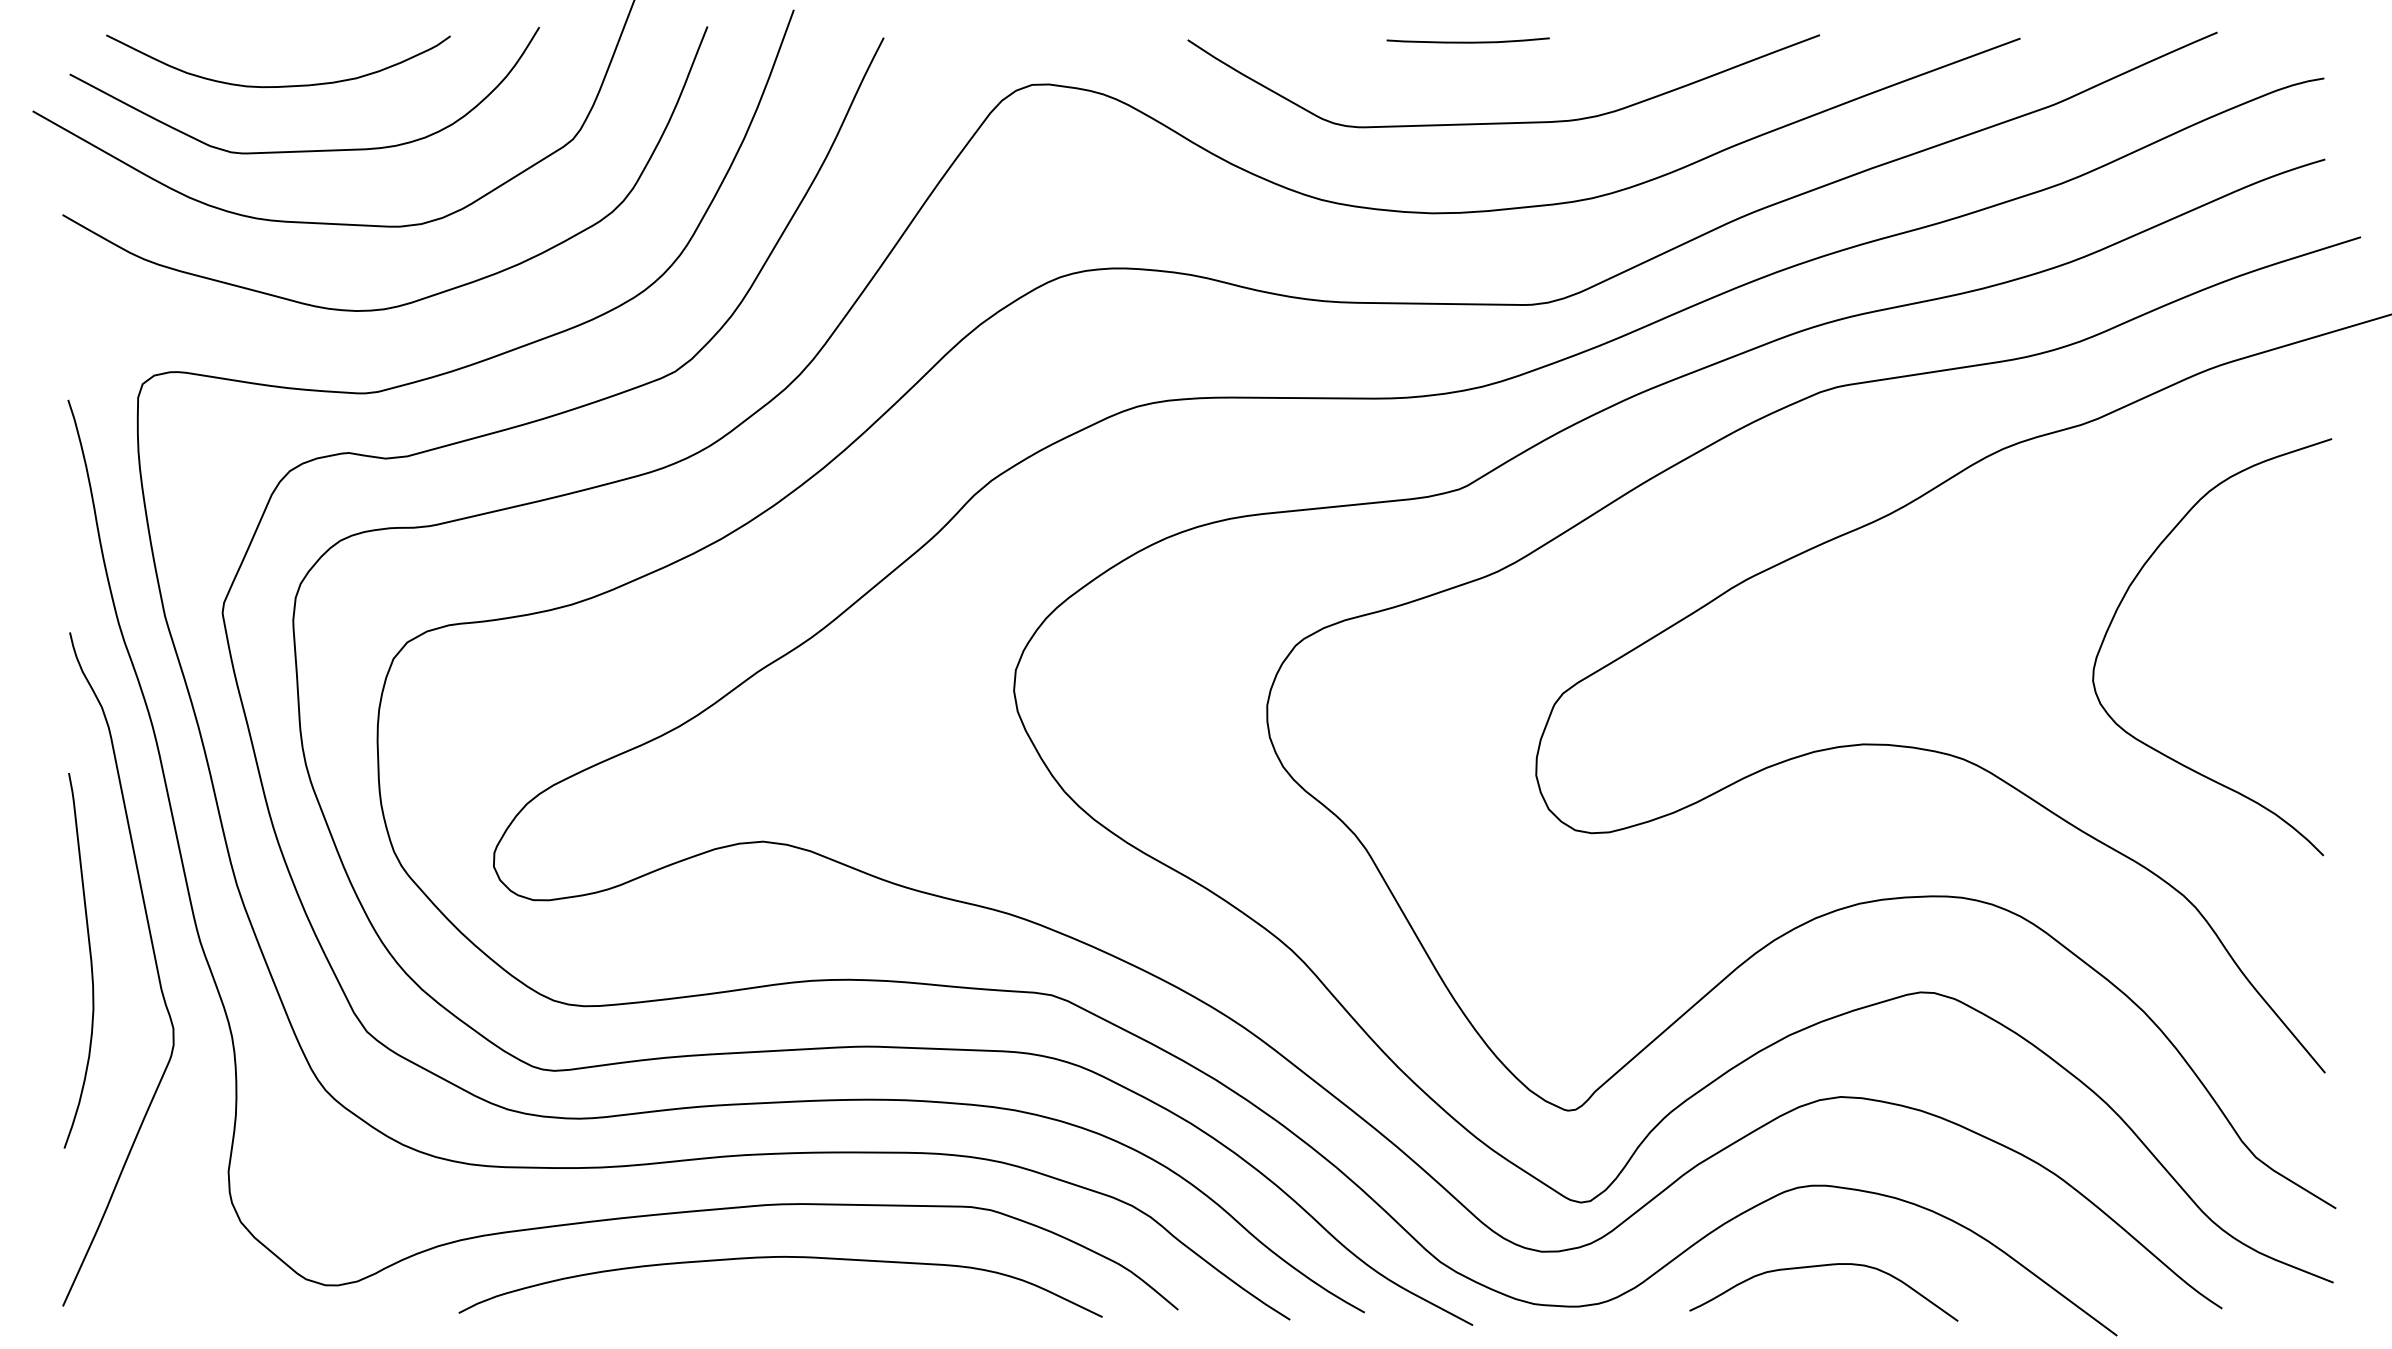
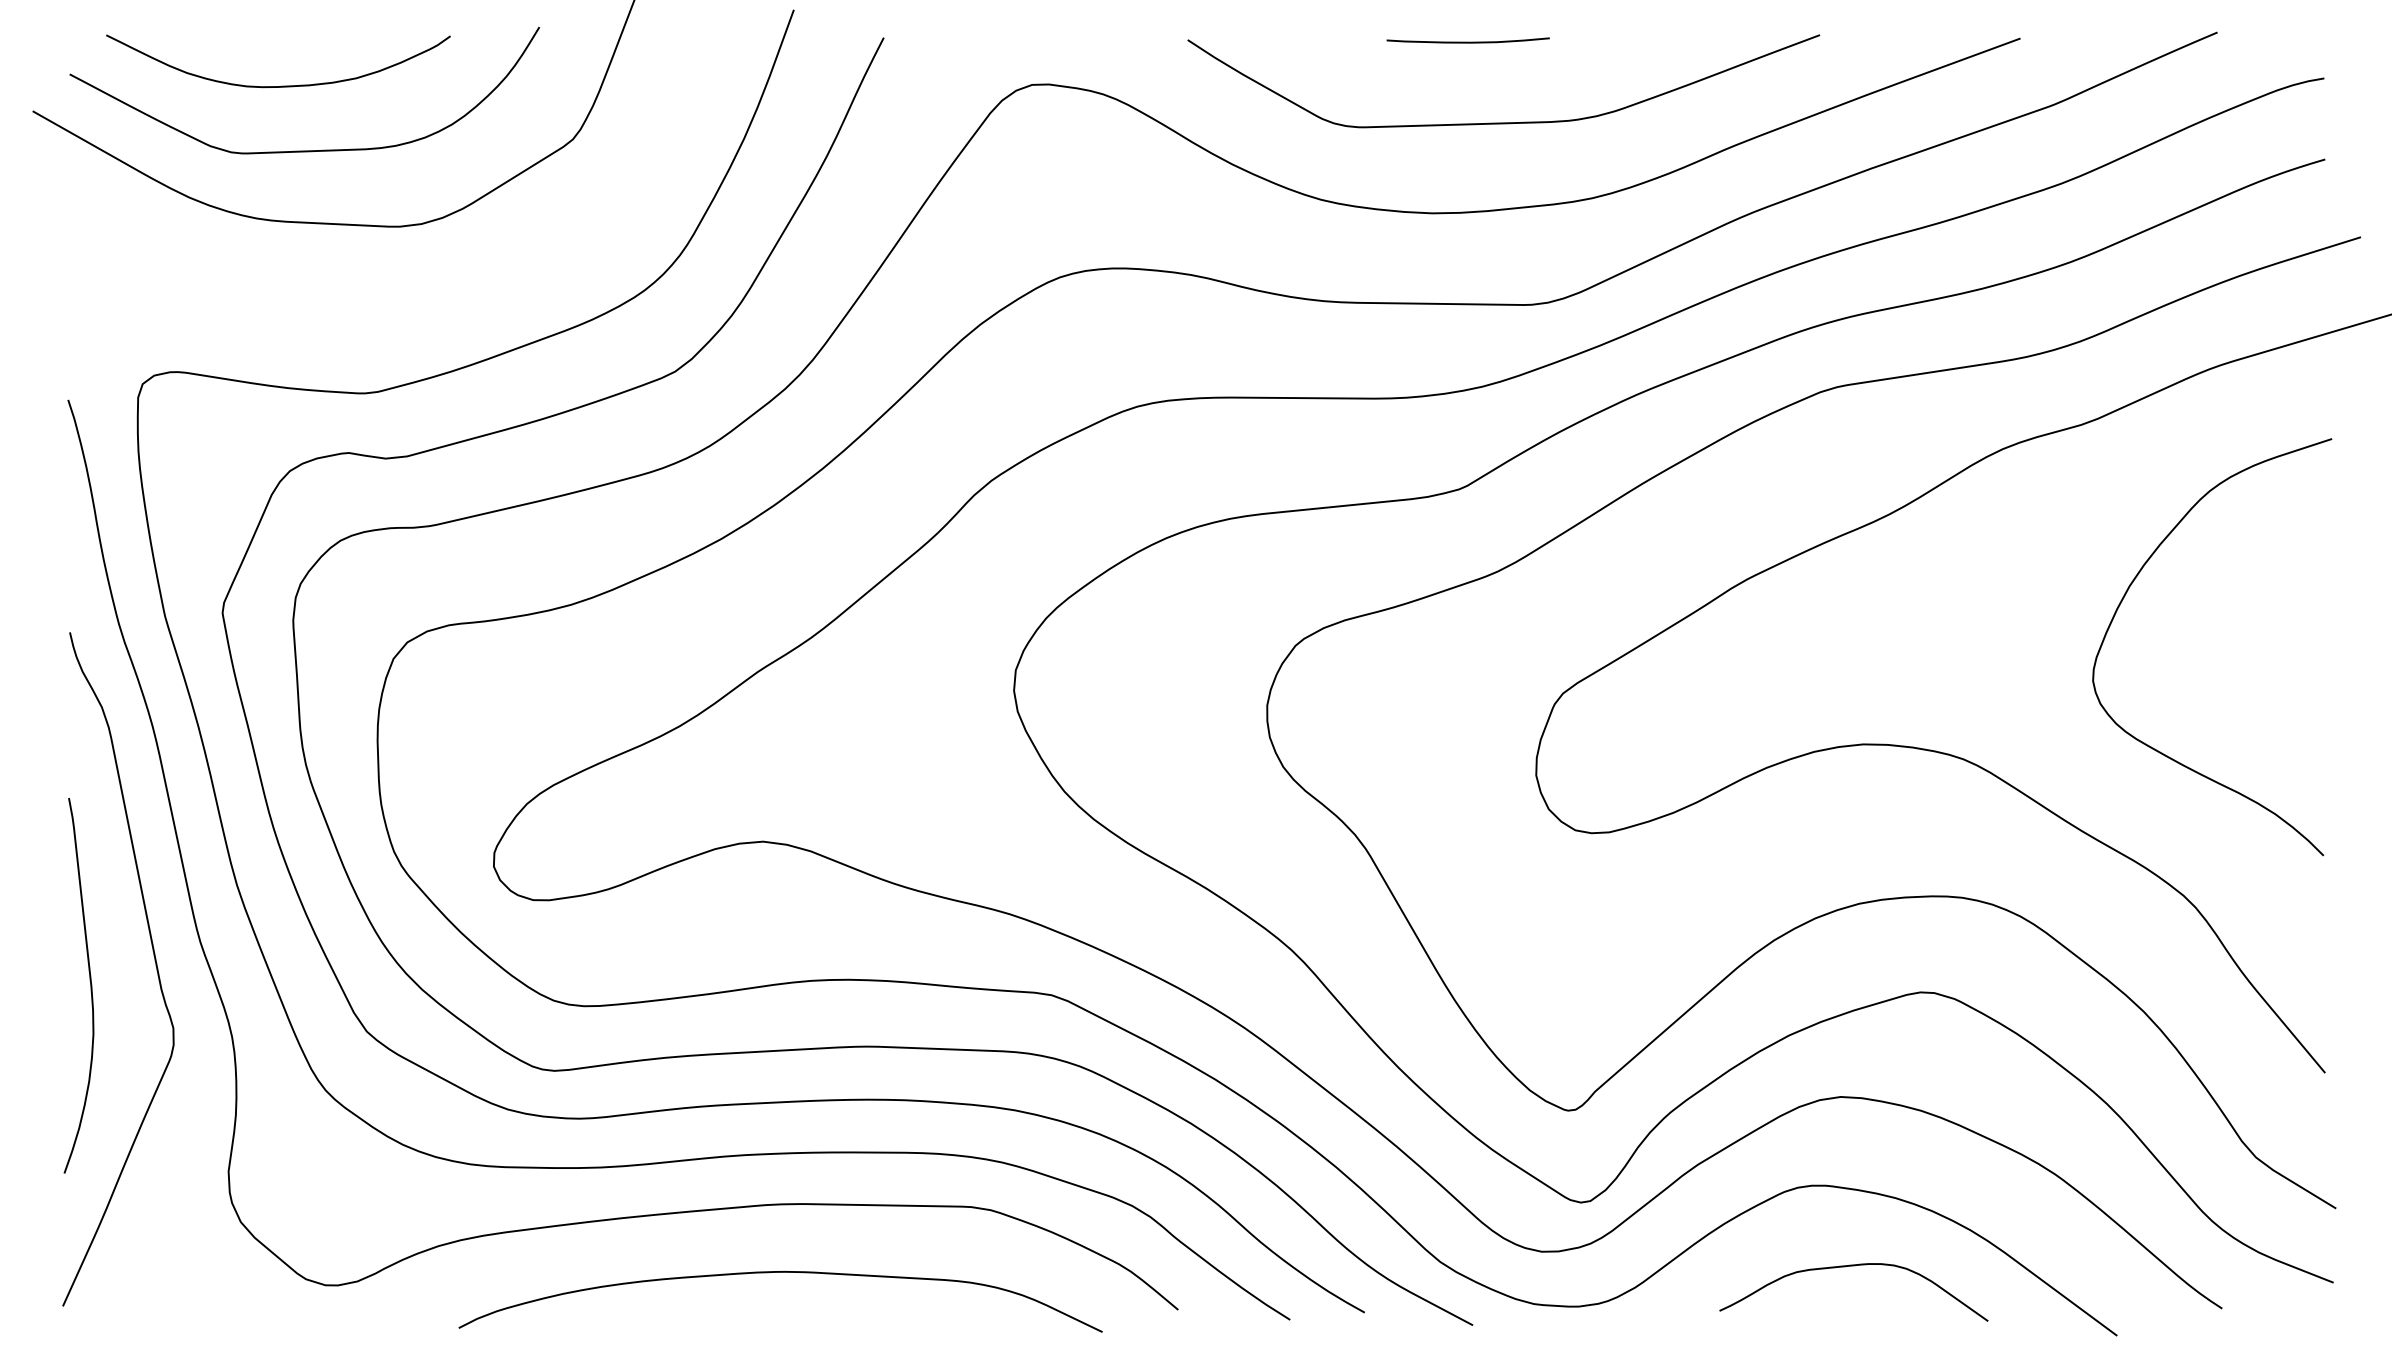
curve at (429, 295): present -> none
curve at (90, 960) position: (90, 960) -> (90, 985)
curve at (780, 1257) position: (780, 1257) -> (780, 1272)
curve at (1823, 1266) position: (1823, 1266) -> (1853, 1266)
